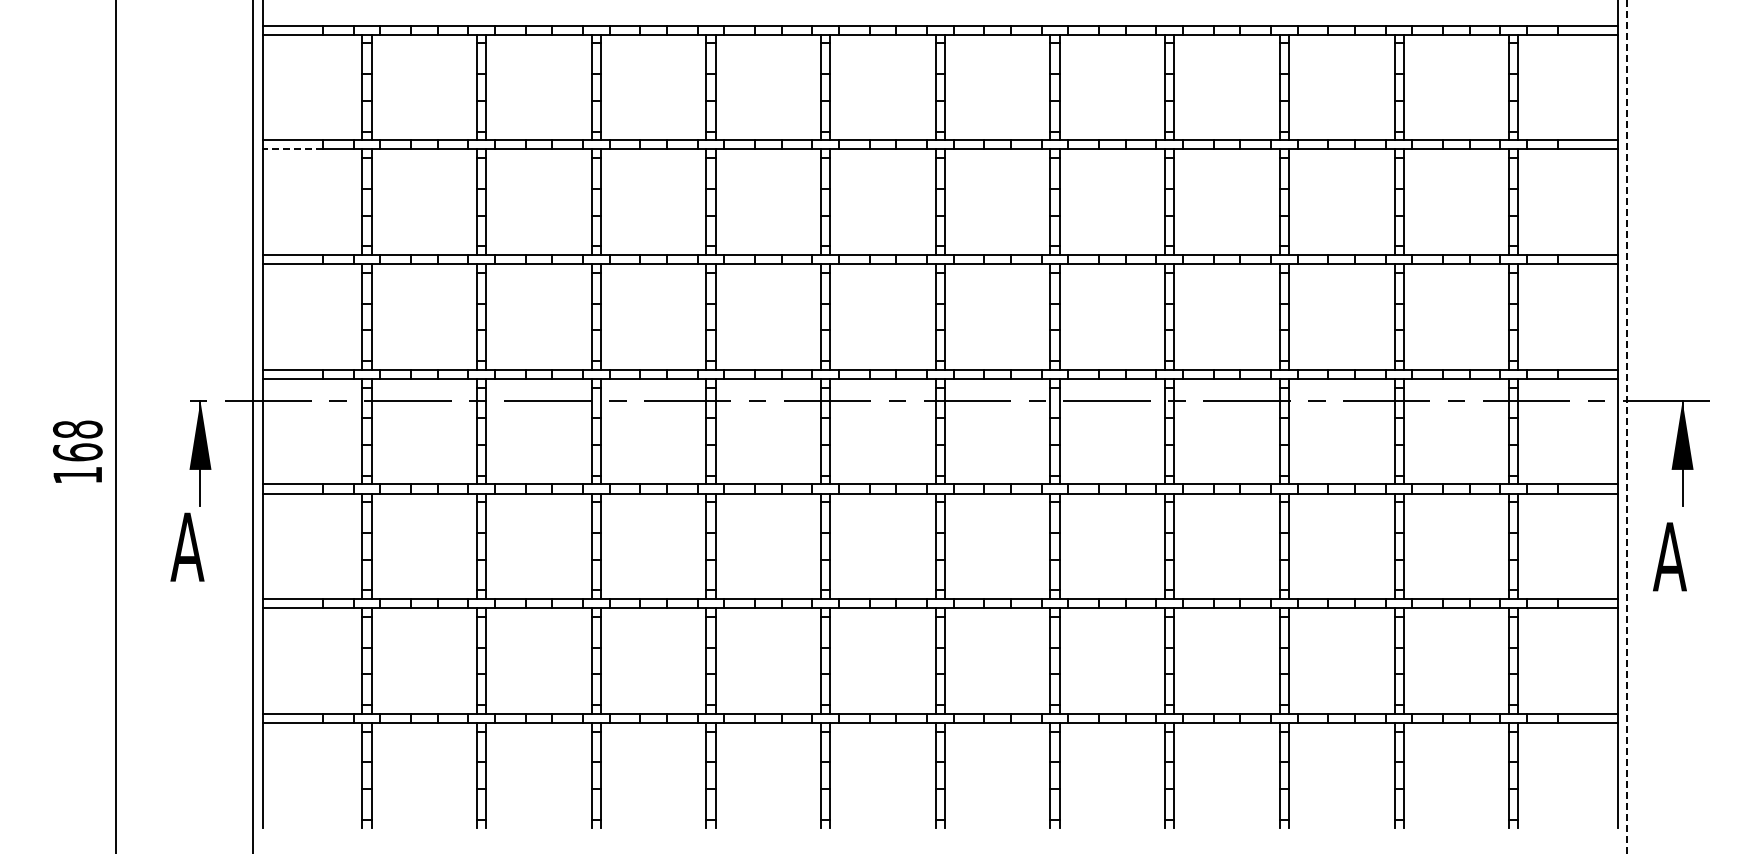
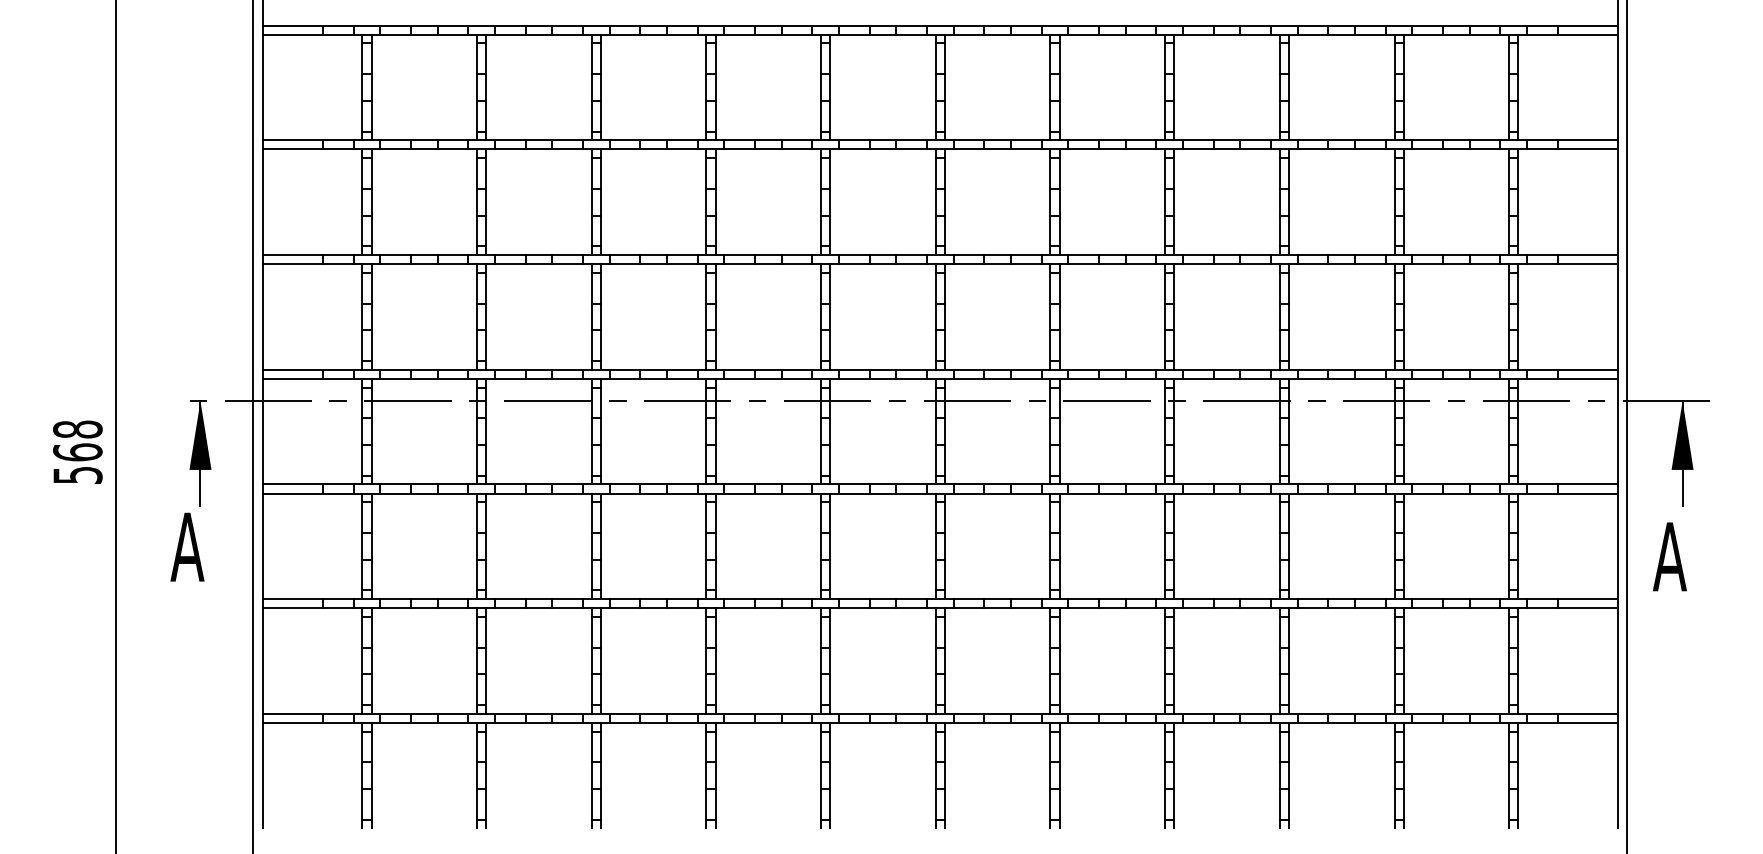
line at (292, 149): dashed -> solid
line at (1627, 427): dashed -> solid
text at (77, 475): 168 -> 568
